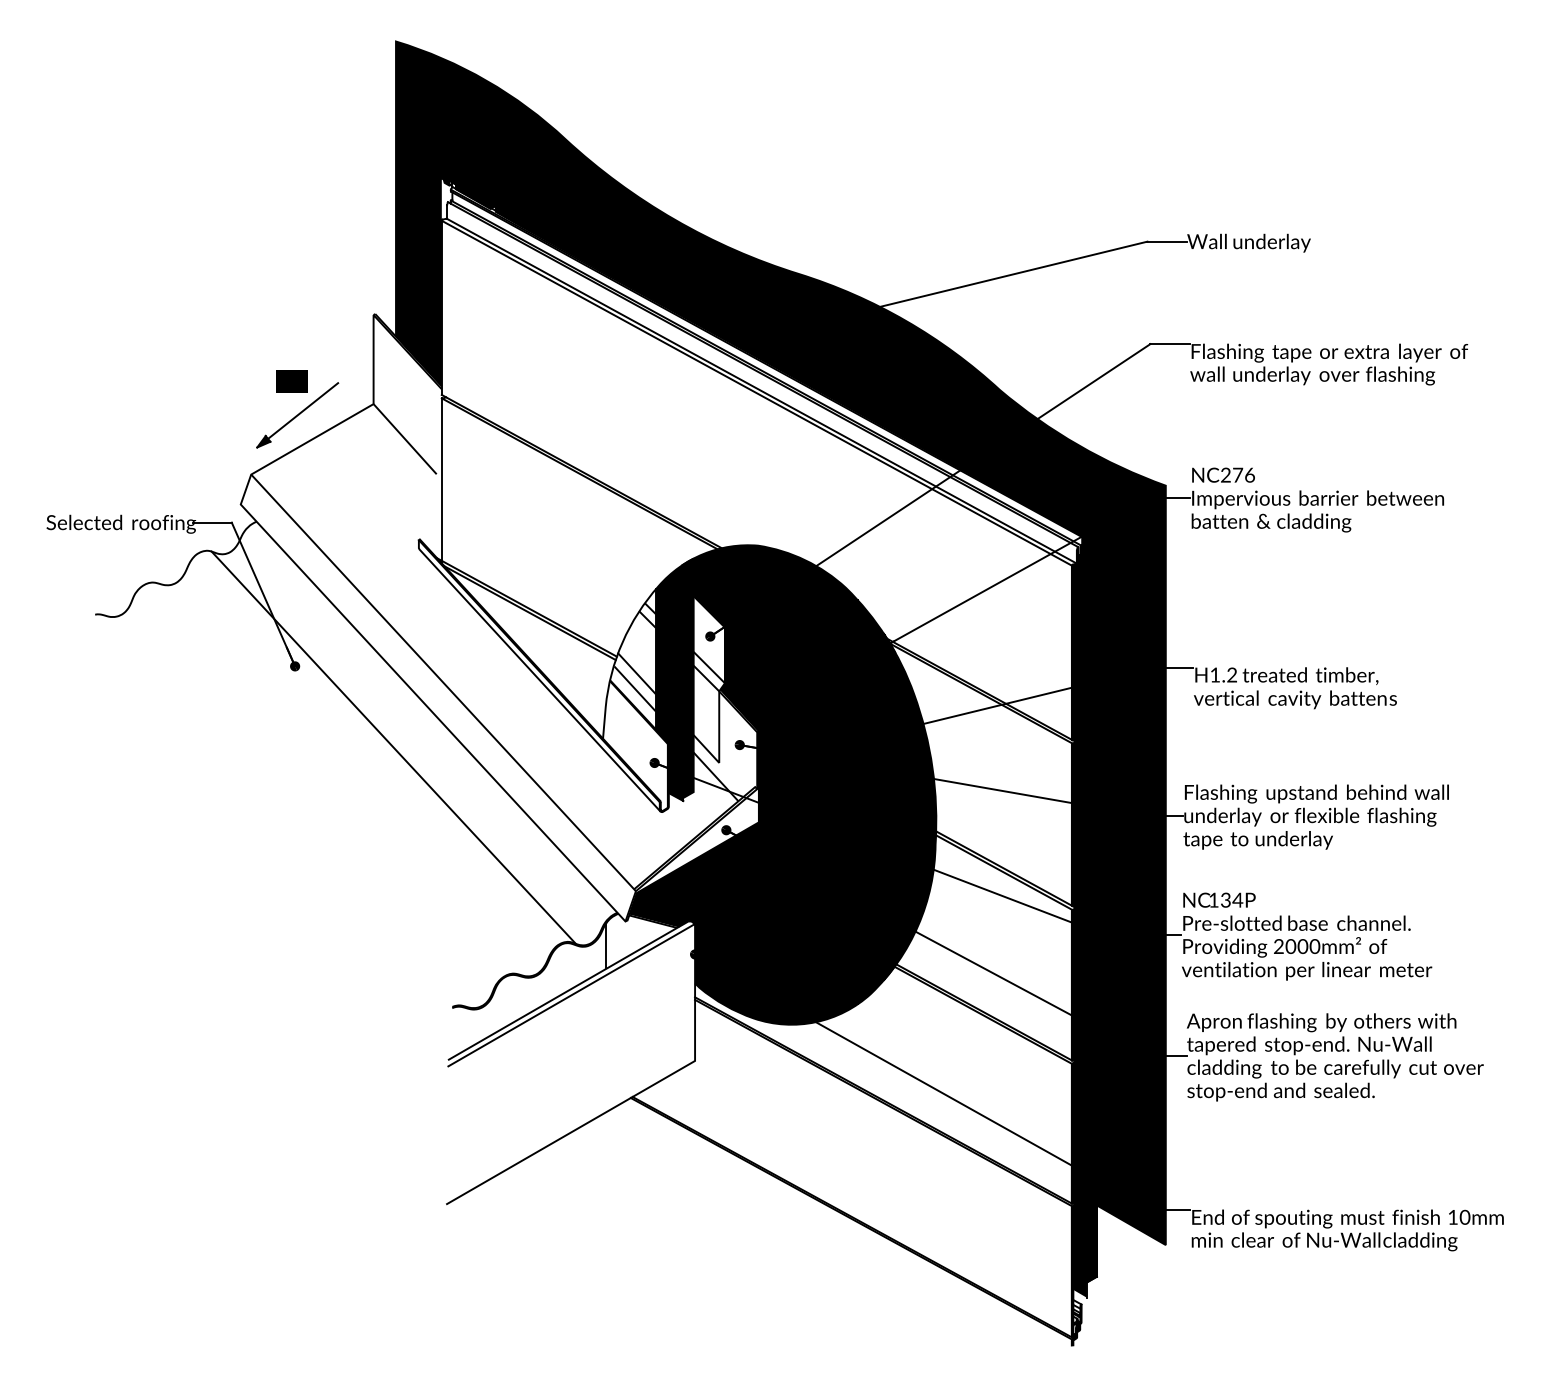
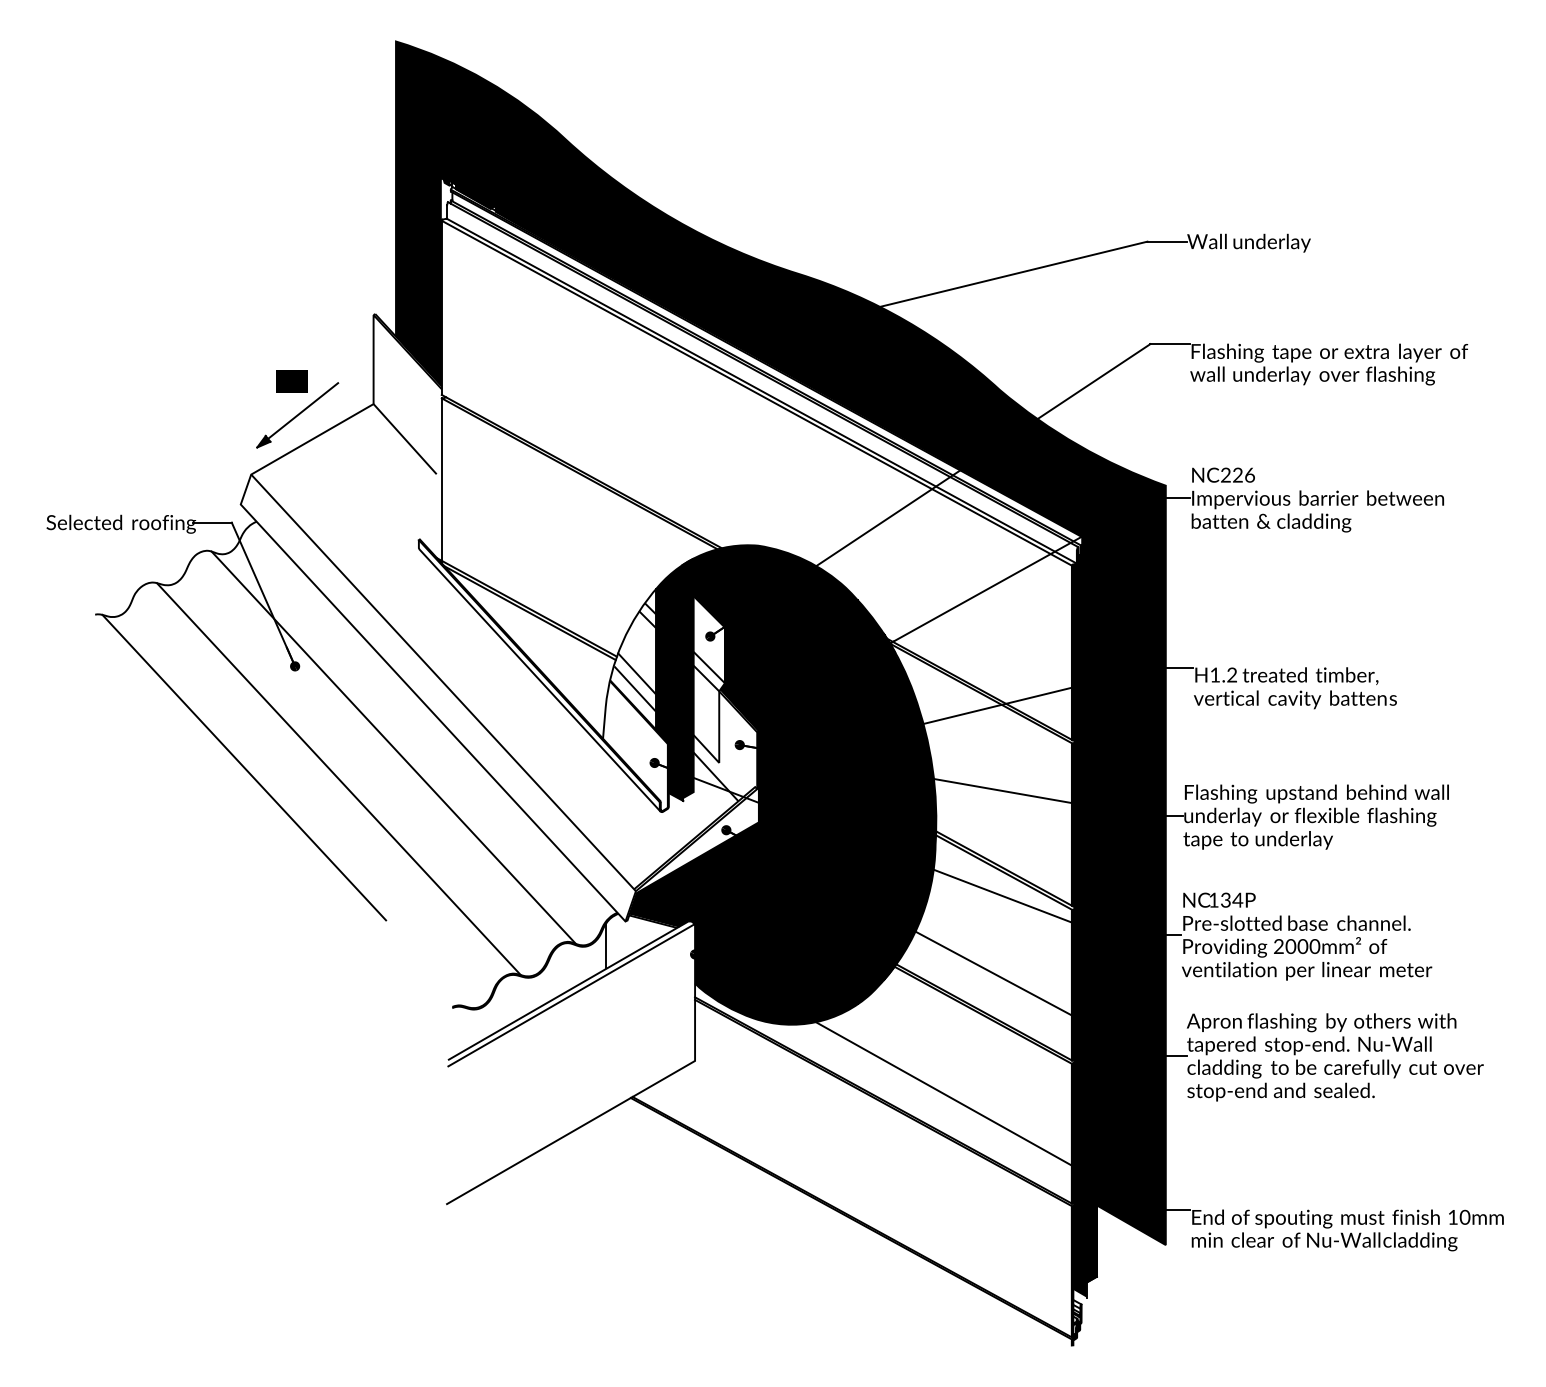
text at (1238, 474): NC276 -> NC226
line at (244, 767): none -> present
line at (338, 779): none -> present
